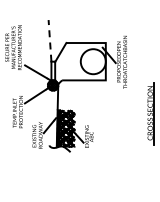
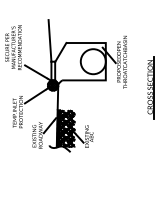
line at (50, 40): dashed -> solid
part at (150, 113) position: (150, 113) -> (150, 87)
